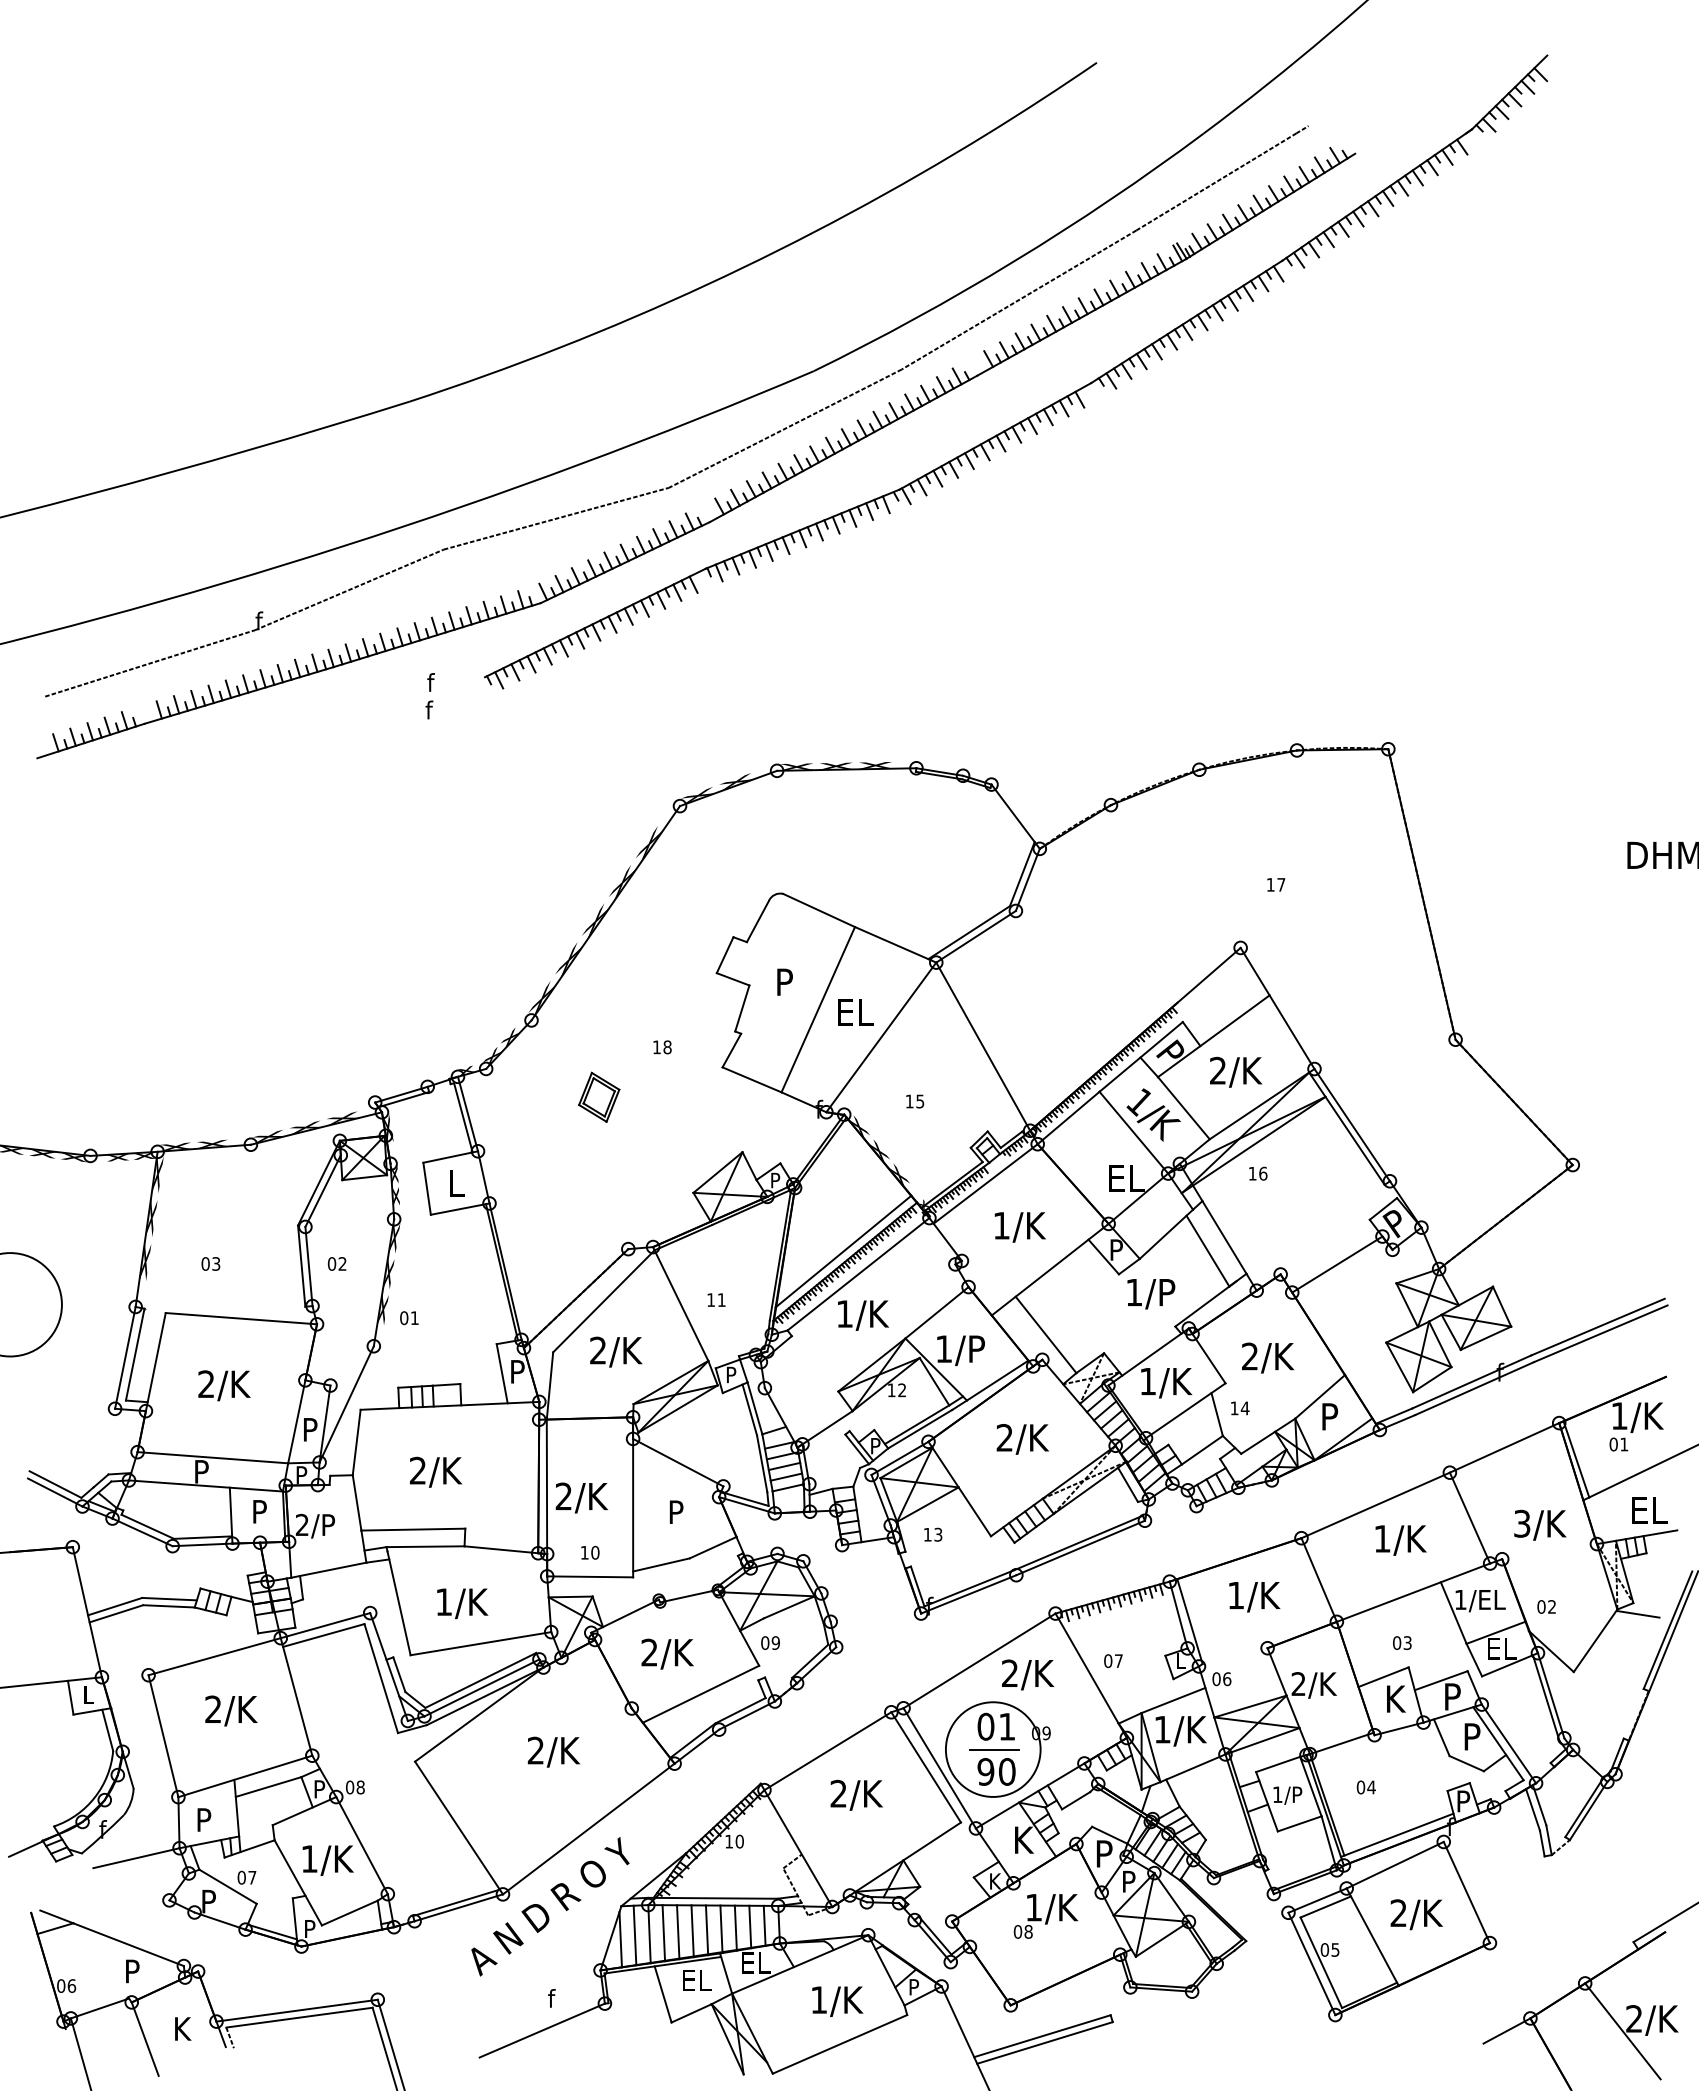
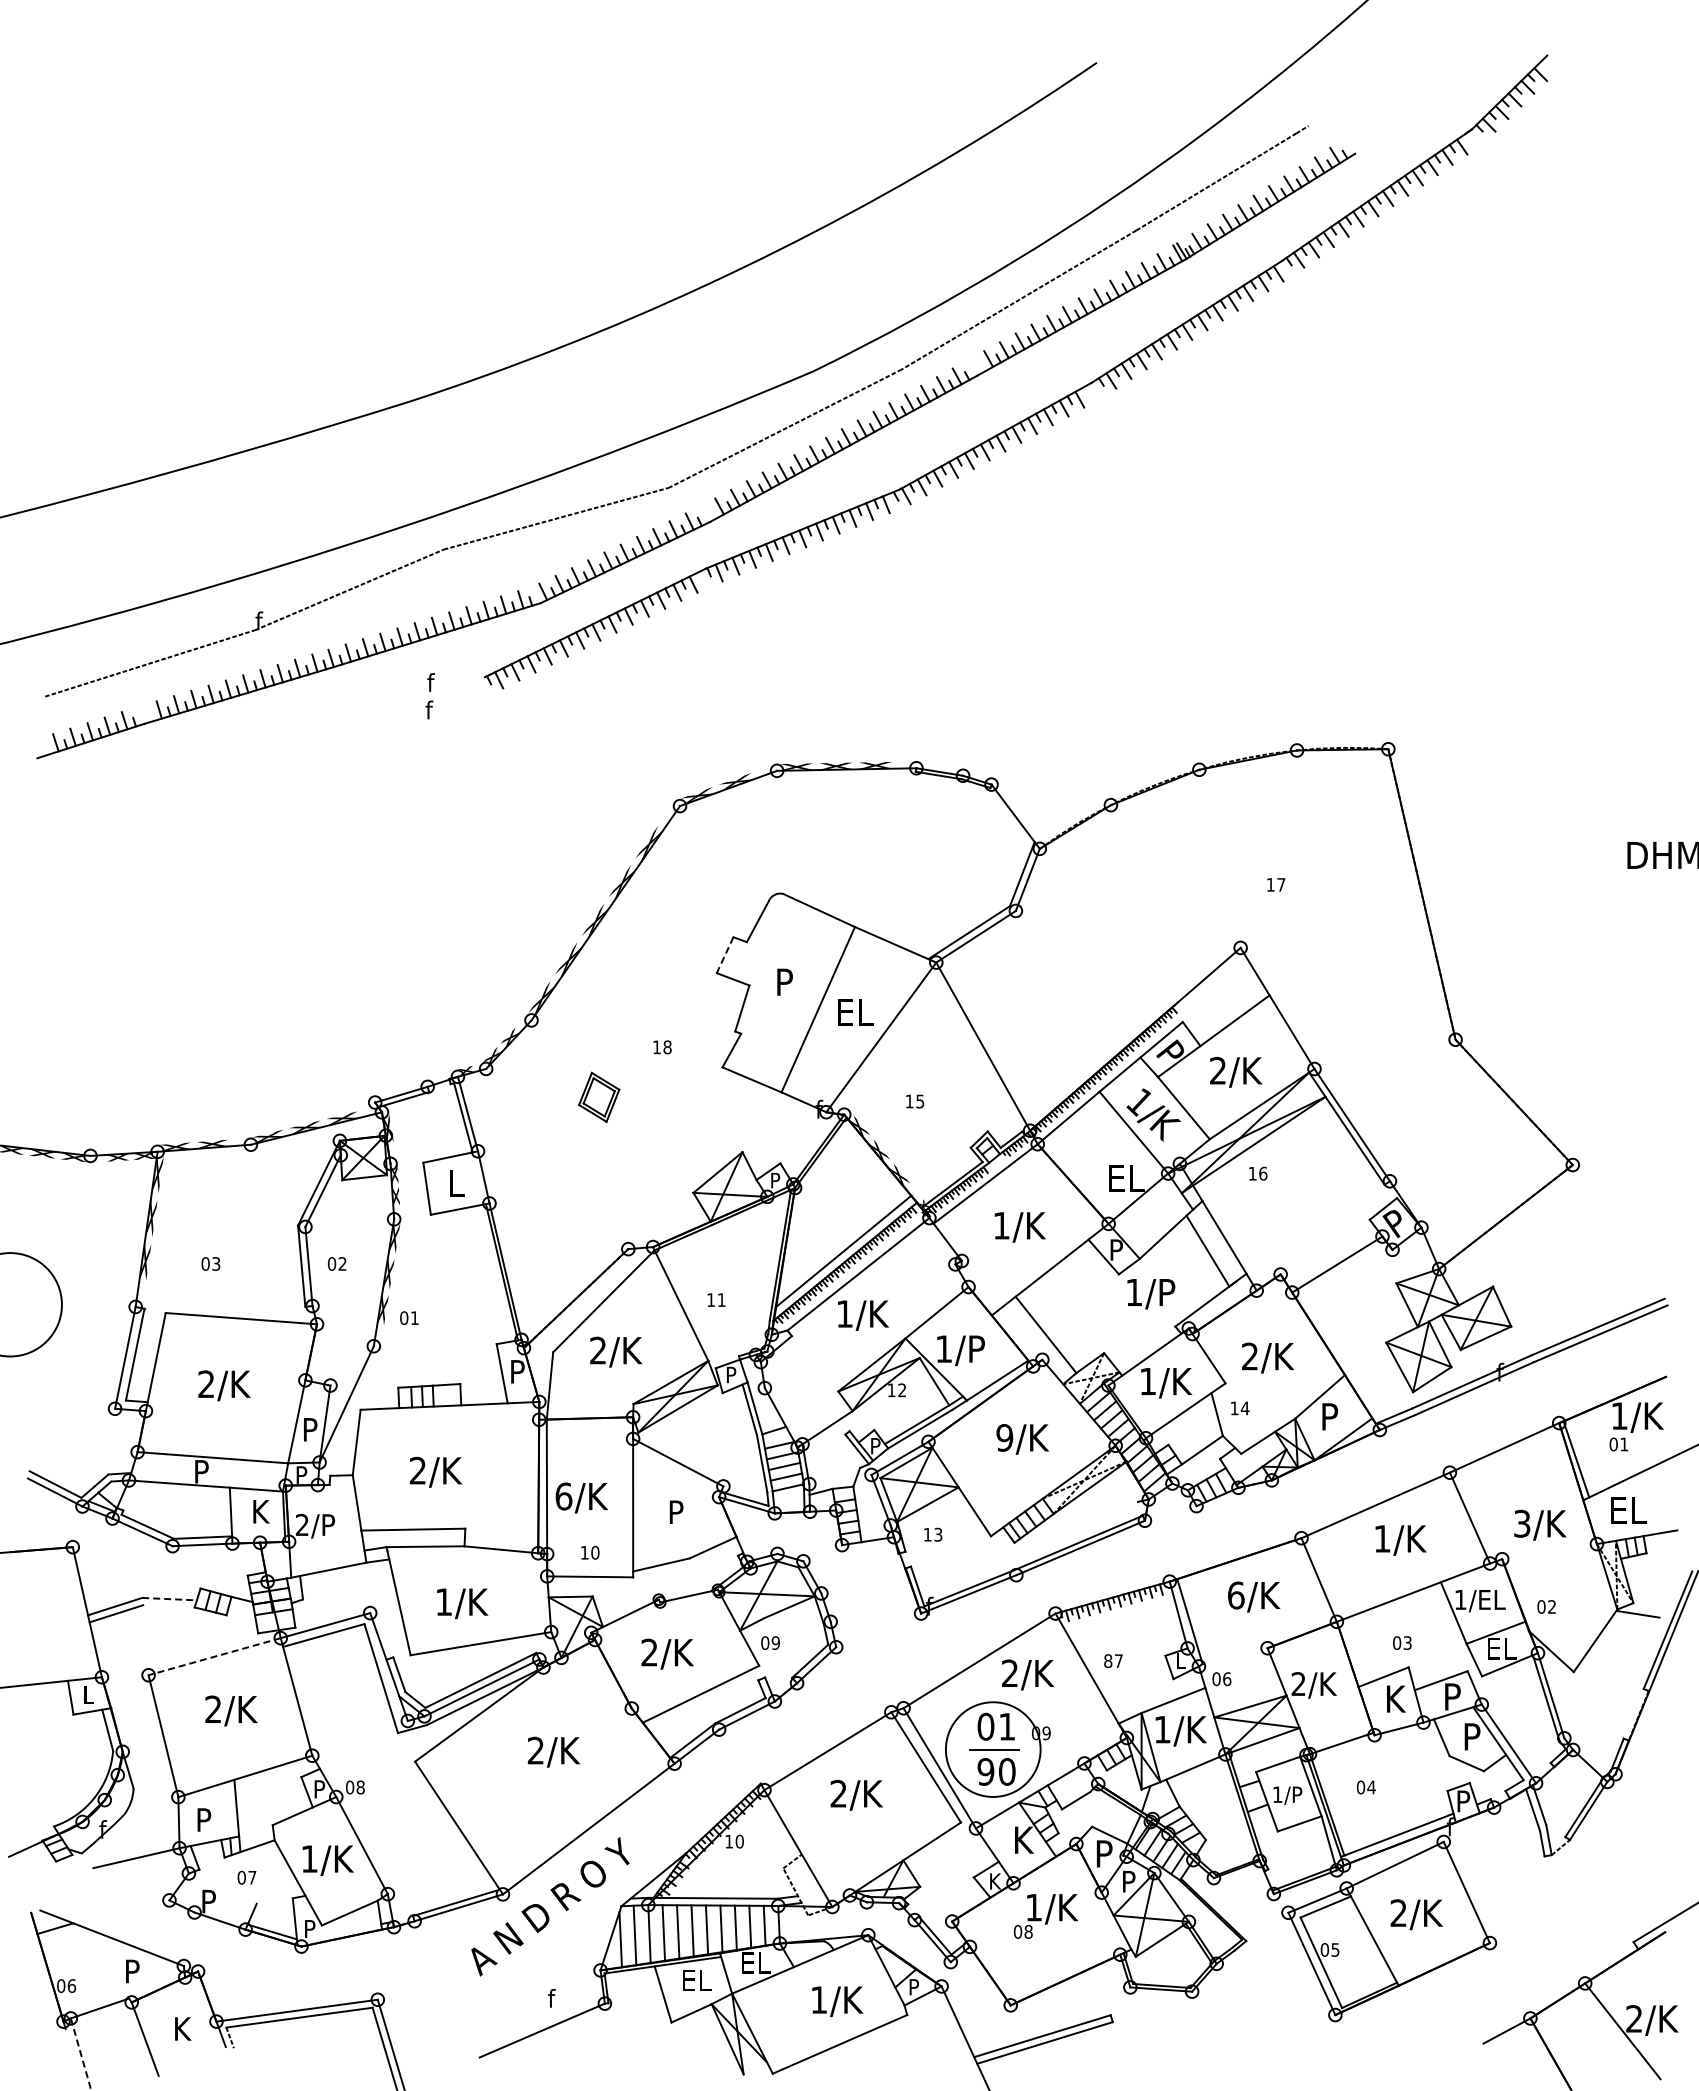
line at (725, 955): solid -> dashed
text at (1004, 1437): 2/K -> 9/K
line at (1127, 1484): present -> none
text at (563, 1496): 2/K -> 6/K
text at (1649, 1510) position: (1649, 1510) -> (1628, 1510)
text at (262, 1511): P -> K
text at (1236, 1595): 1/K -> 6/K
line at (170, 1599): solid -> dashed
line at (168, 1606): present -> none
line at (214, 1656): solid -> dashed
text at (1108, 1660): 07 -> 87
line at (268, 1786): present -> none
line at (227, 1886): present -> none
line at (81, 2054): solid -> dashed
